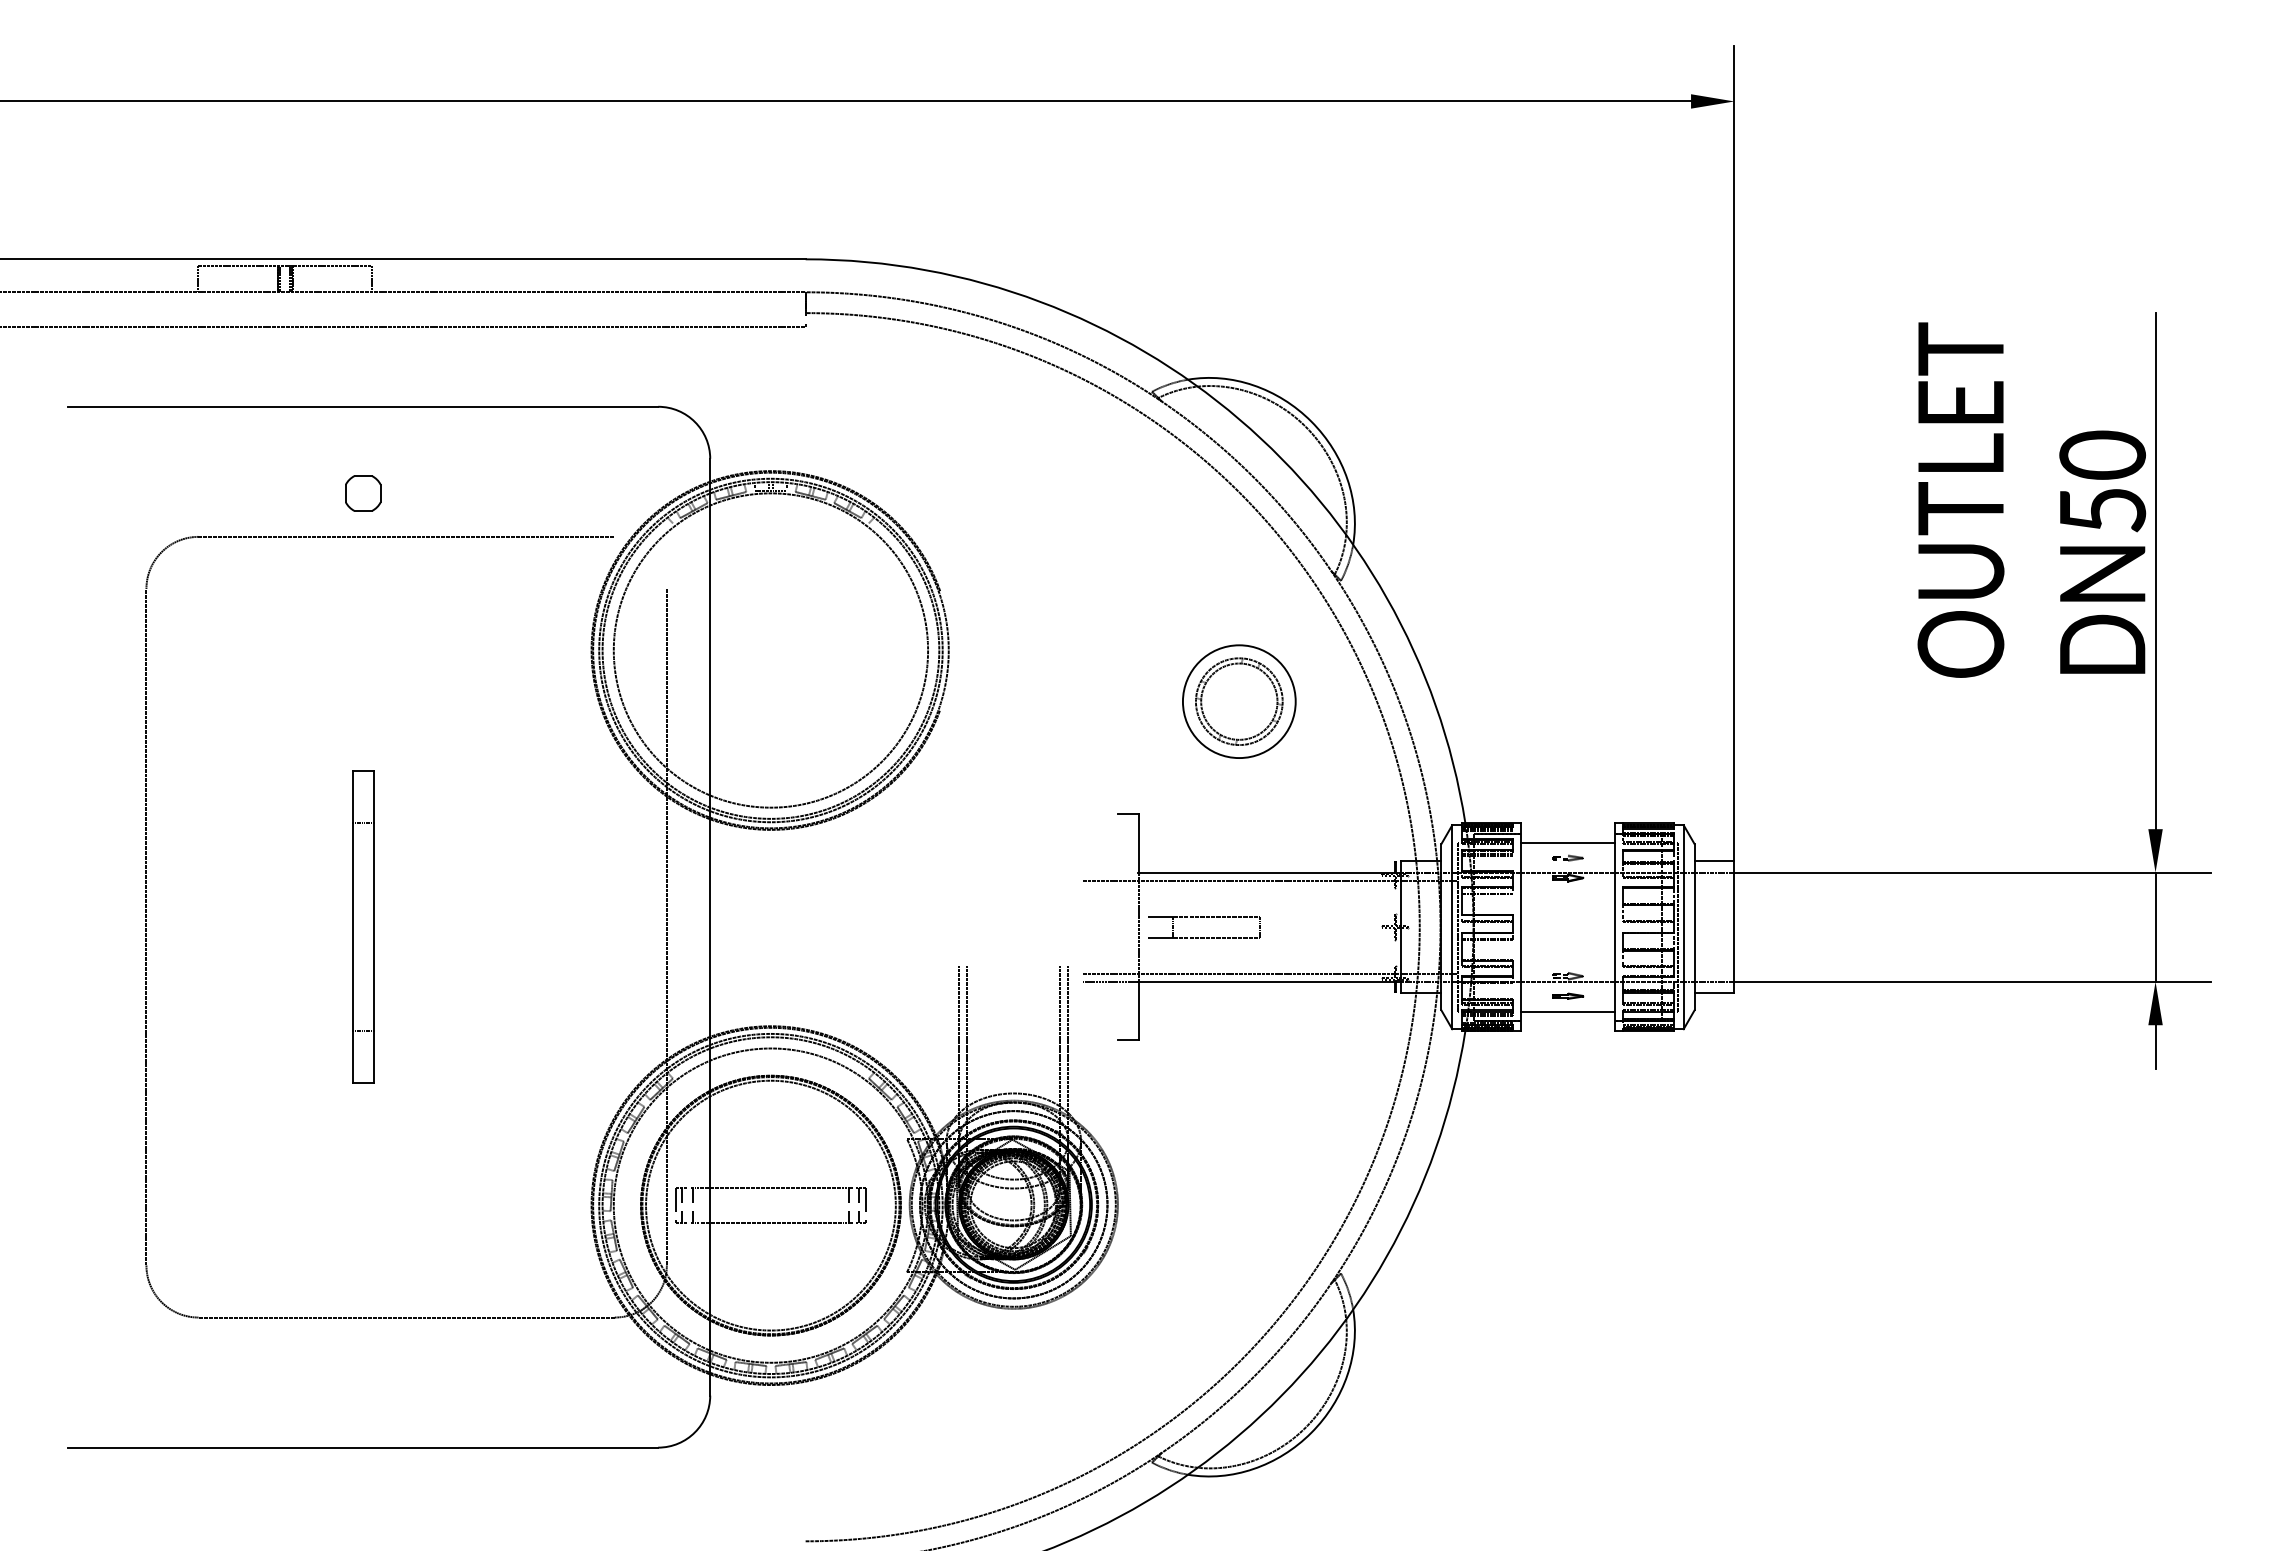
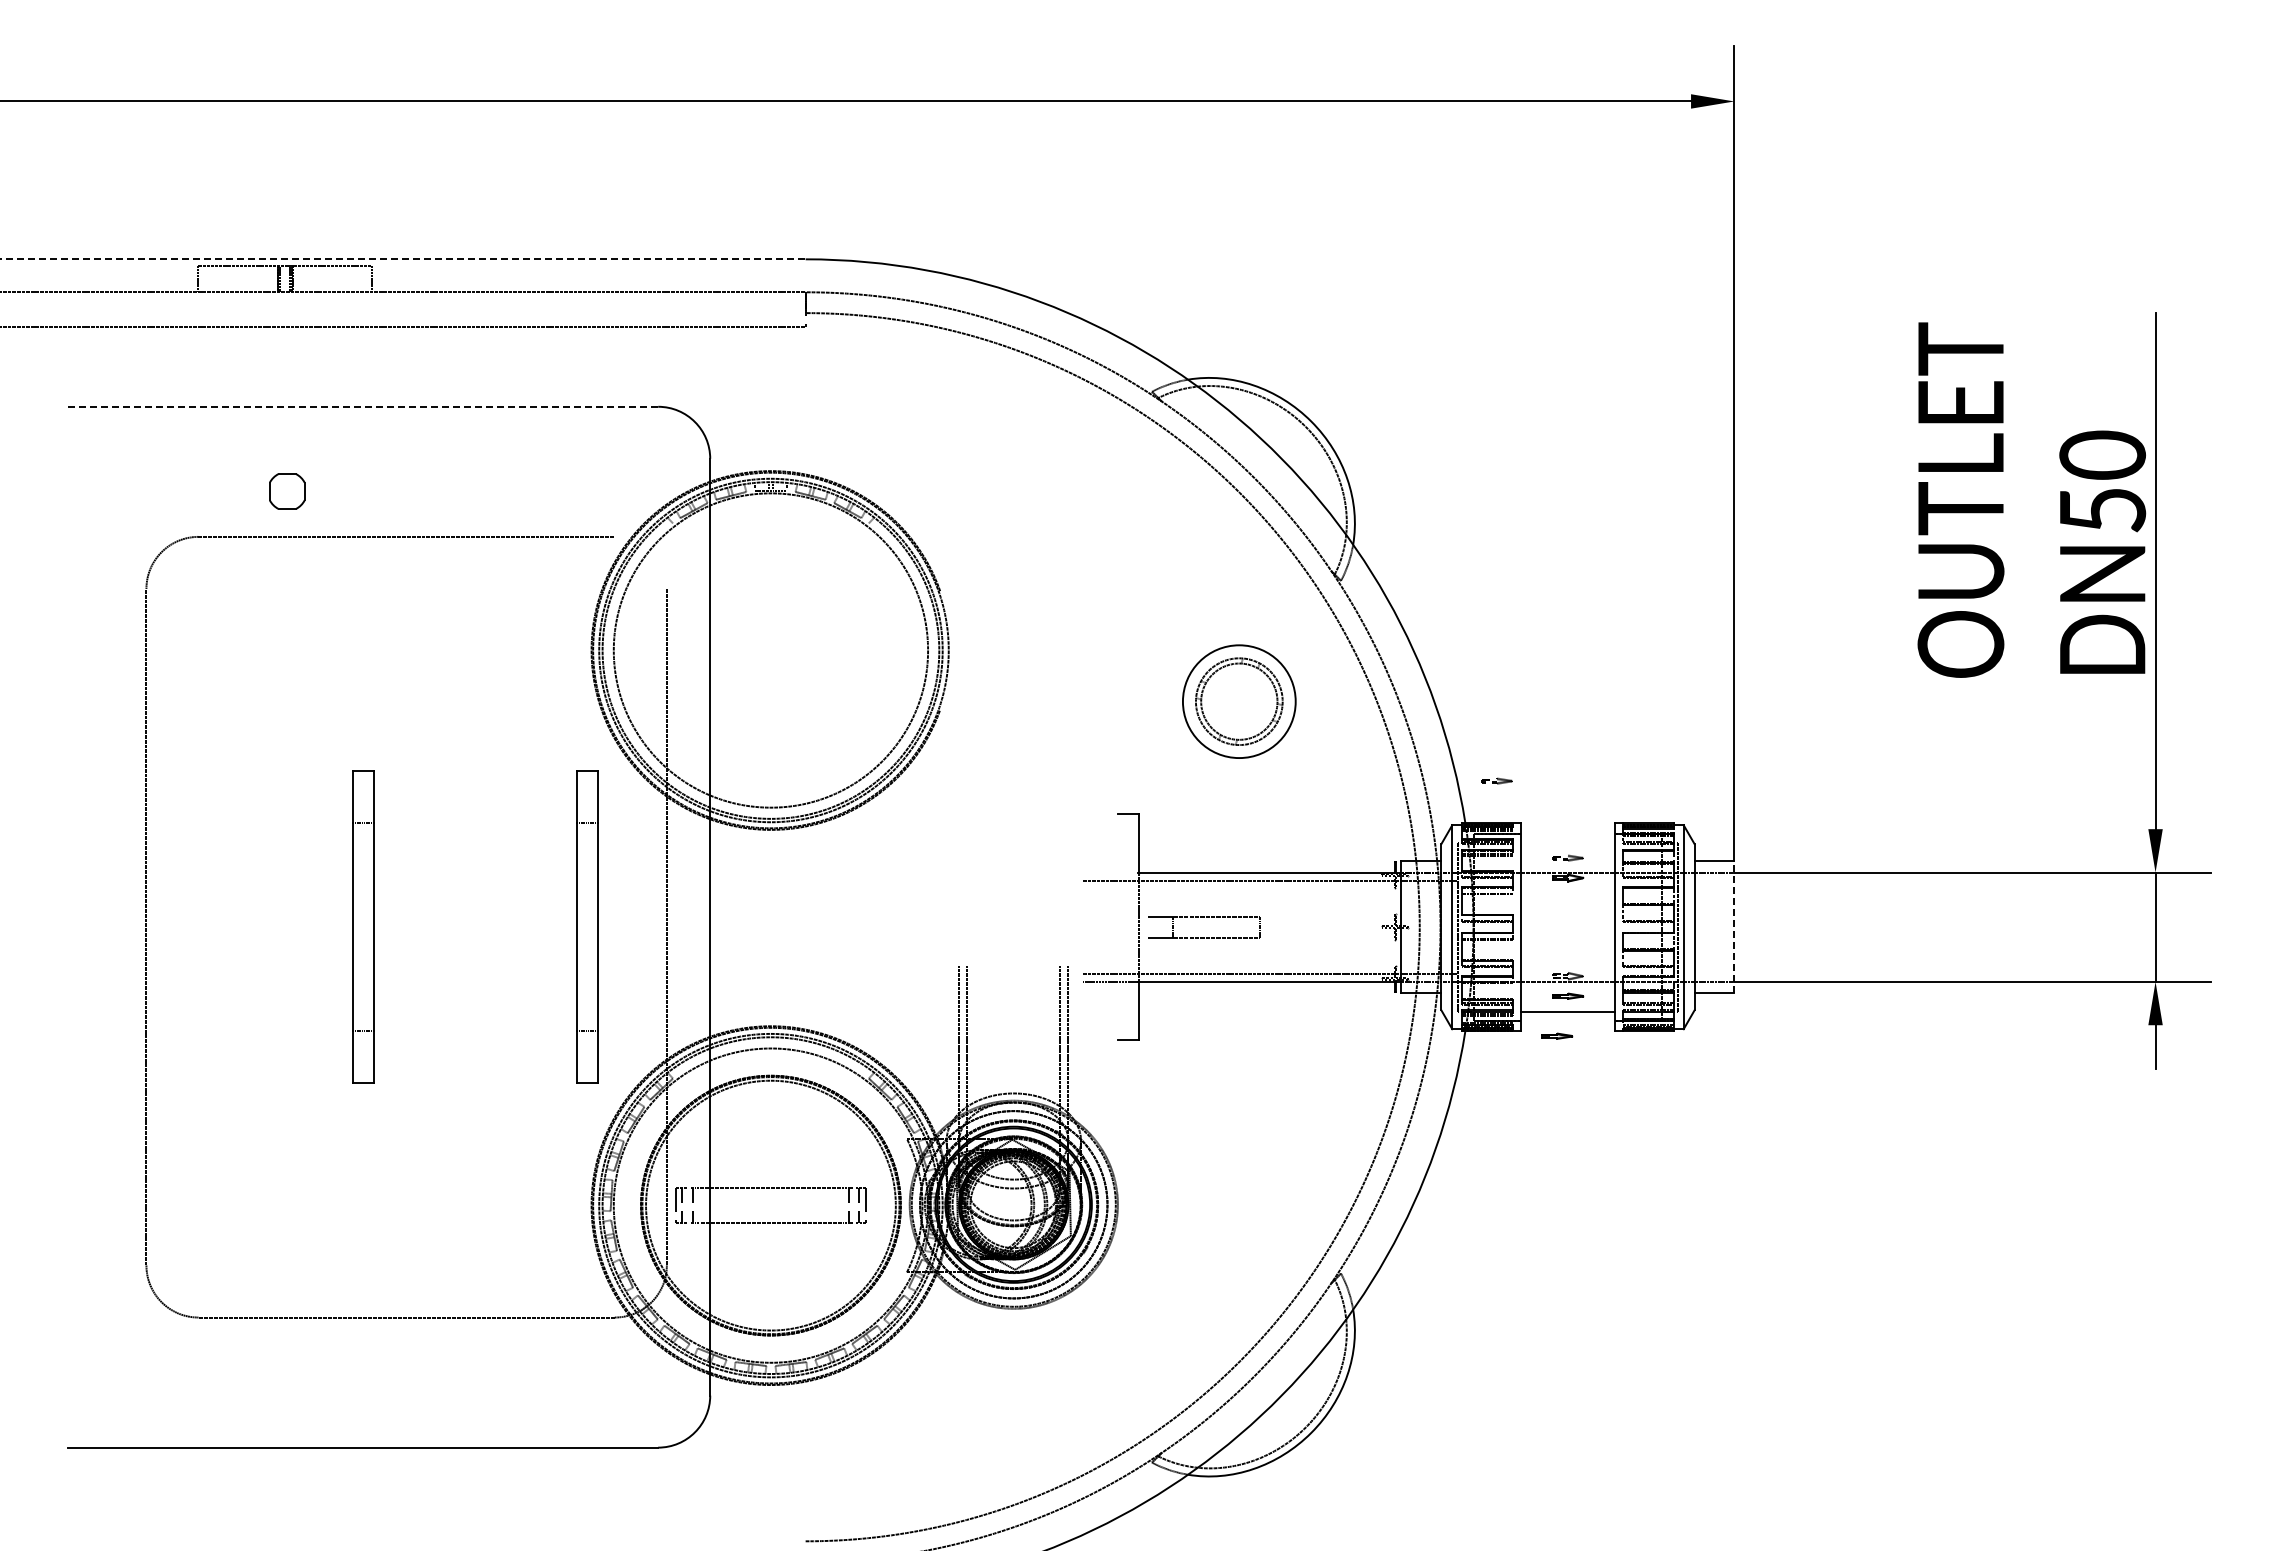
line at (403, 259): solid -> dashed
line at (363, 406): solid -> dashed
part at (363, 493) position: (363, 493) -> (287, 491)
part at (1496, 780): none -> present
line at (1567, 842): present -> none
part at (587, 926): none -> present
line at (1734, 927): solid -> dashed
part at (1557, 1035): none -> present
